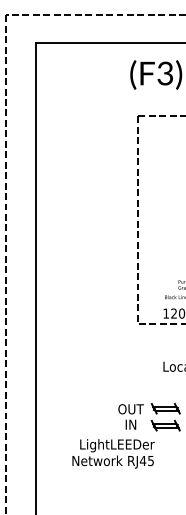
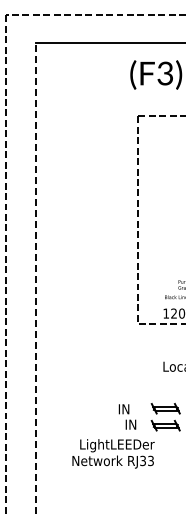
line at (36, 278): solid -> dashed
text at (130, 409): OUT -> IN
text at (146, 460): RJ45 -> RJ33
